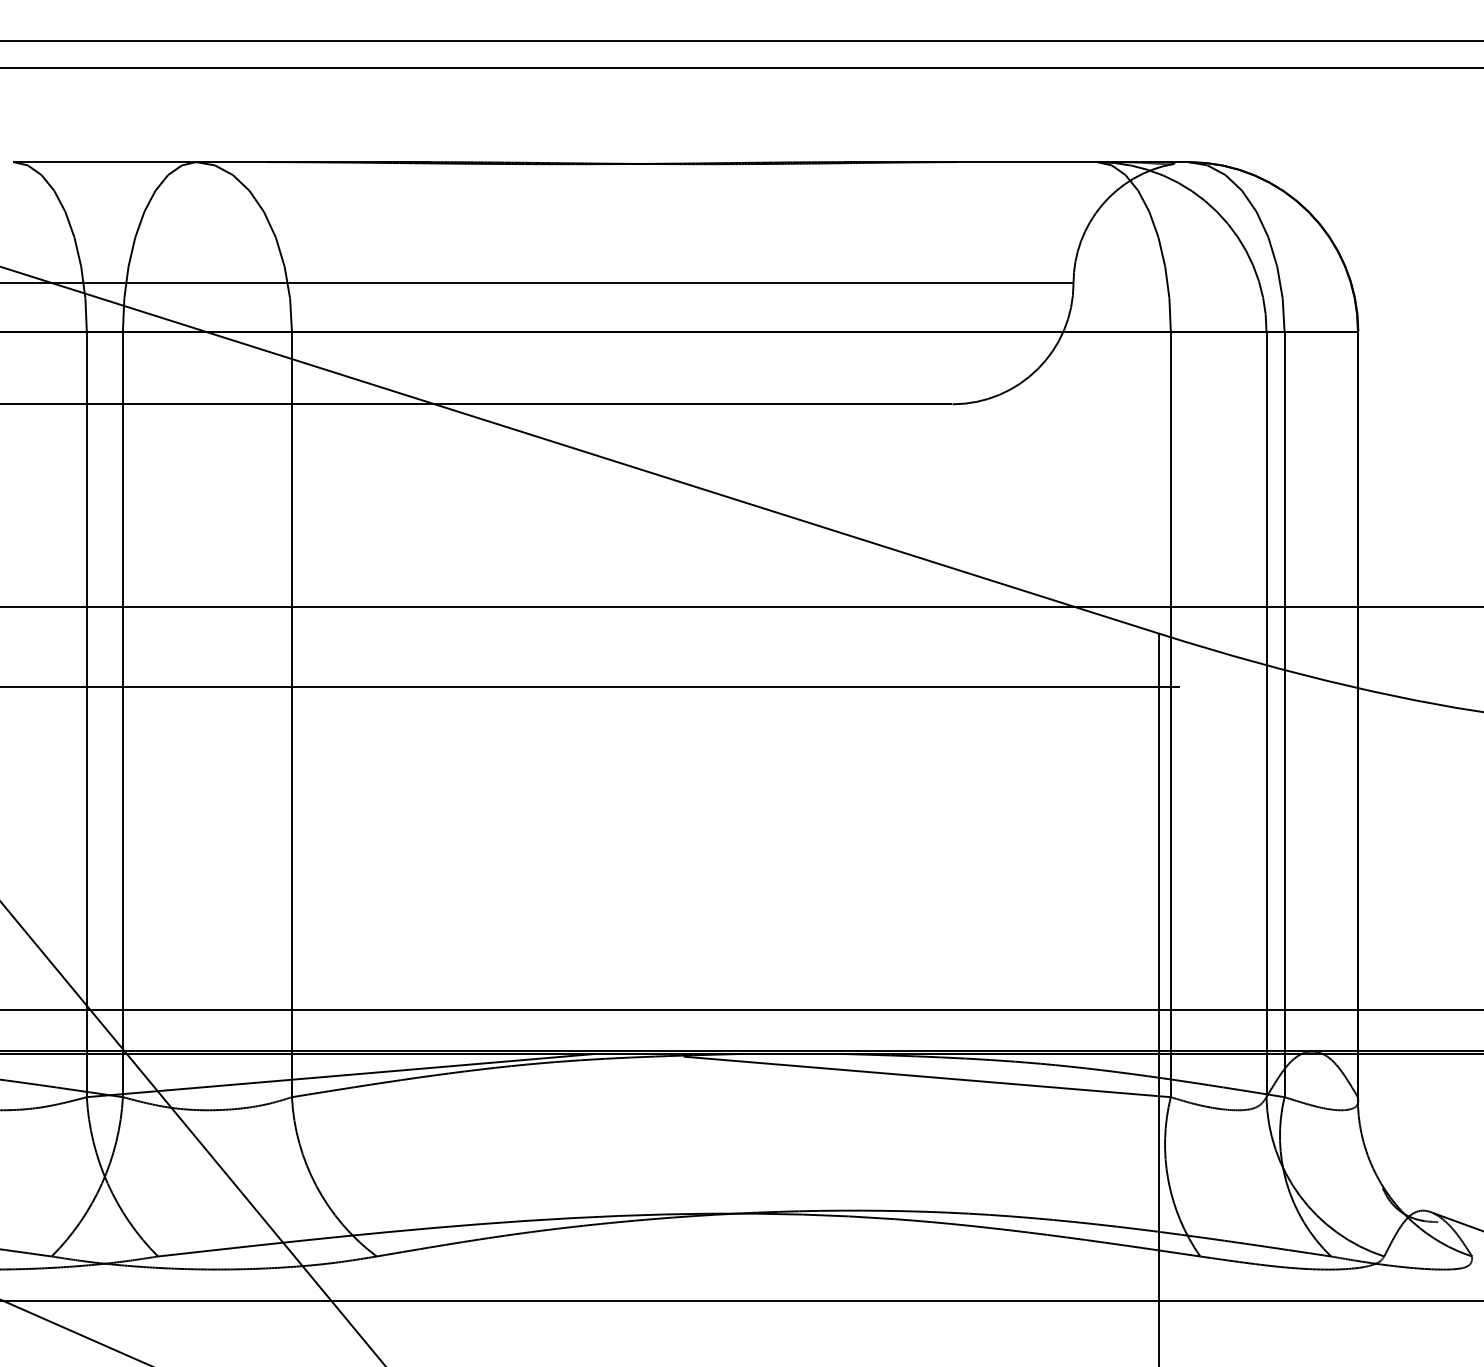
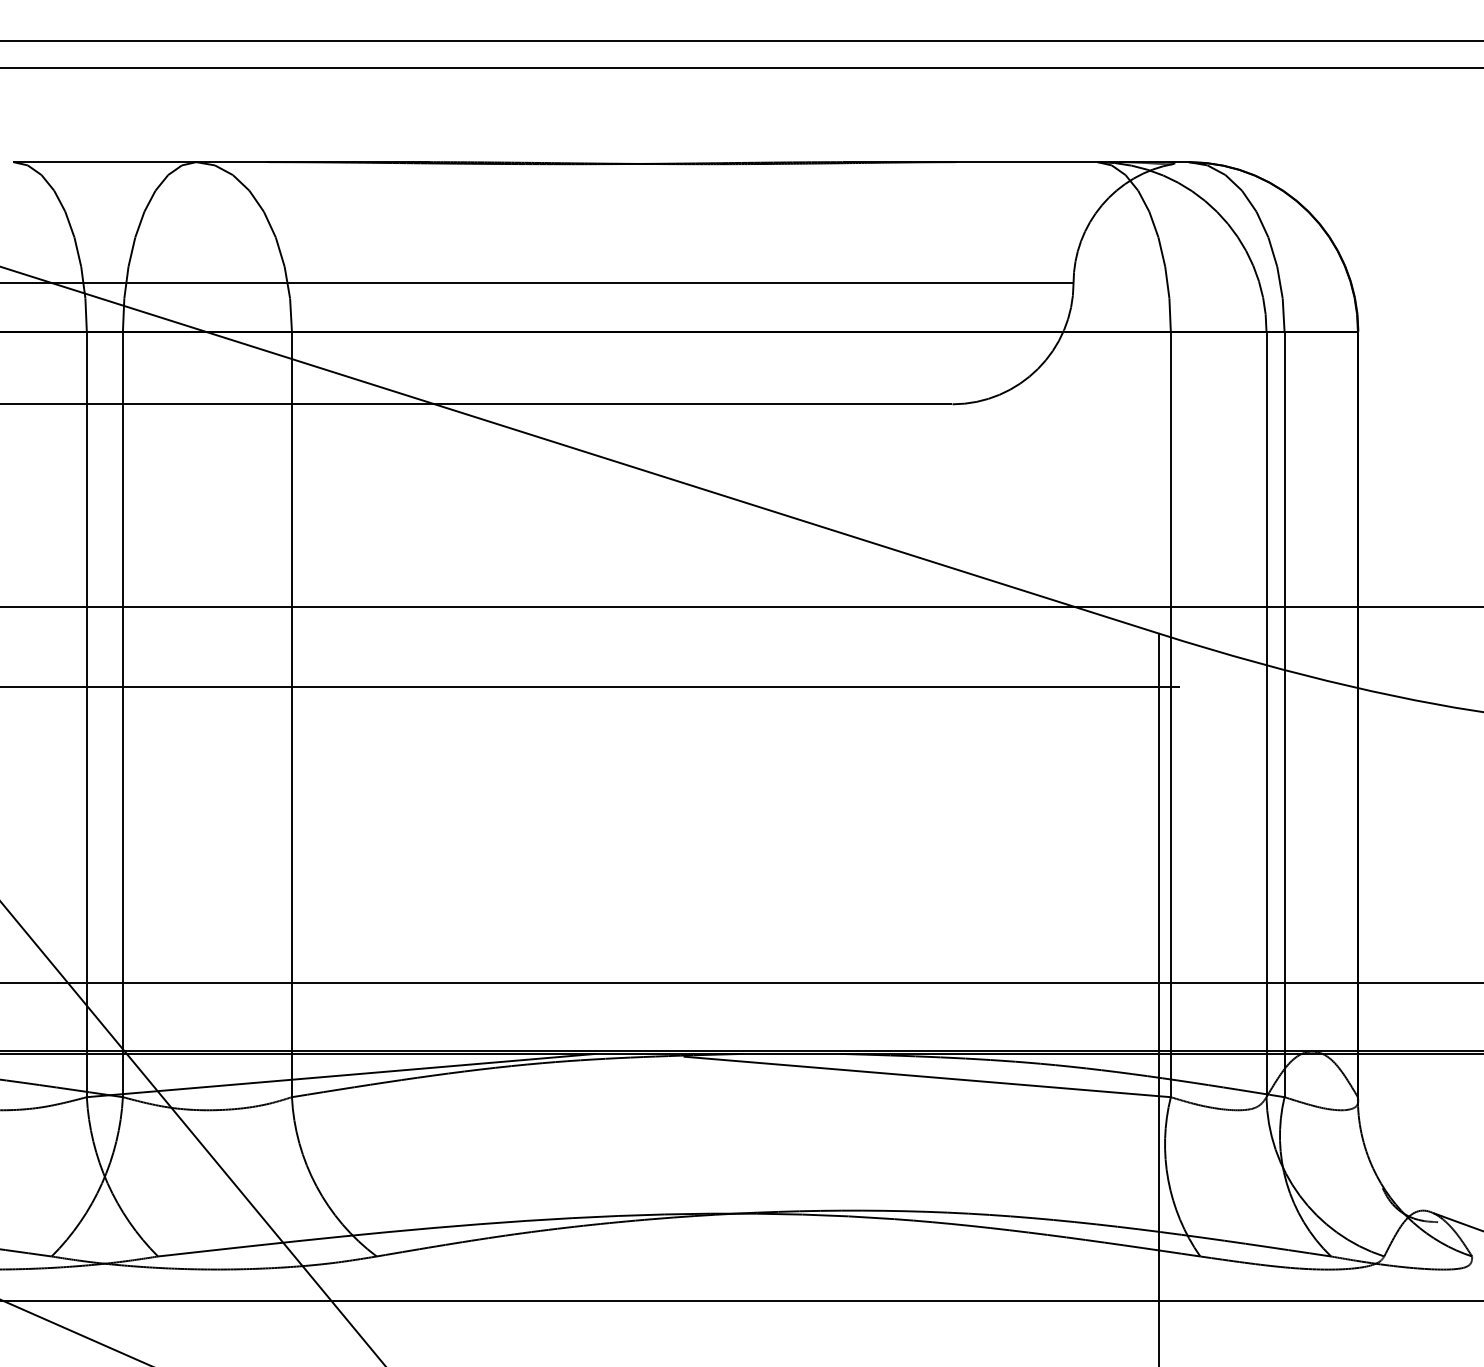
line at (741, 1009) position: (741, 1009) -> (741, 982)
